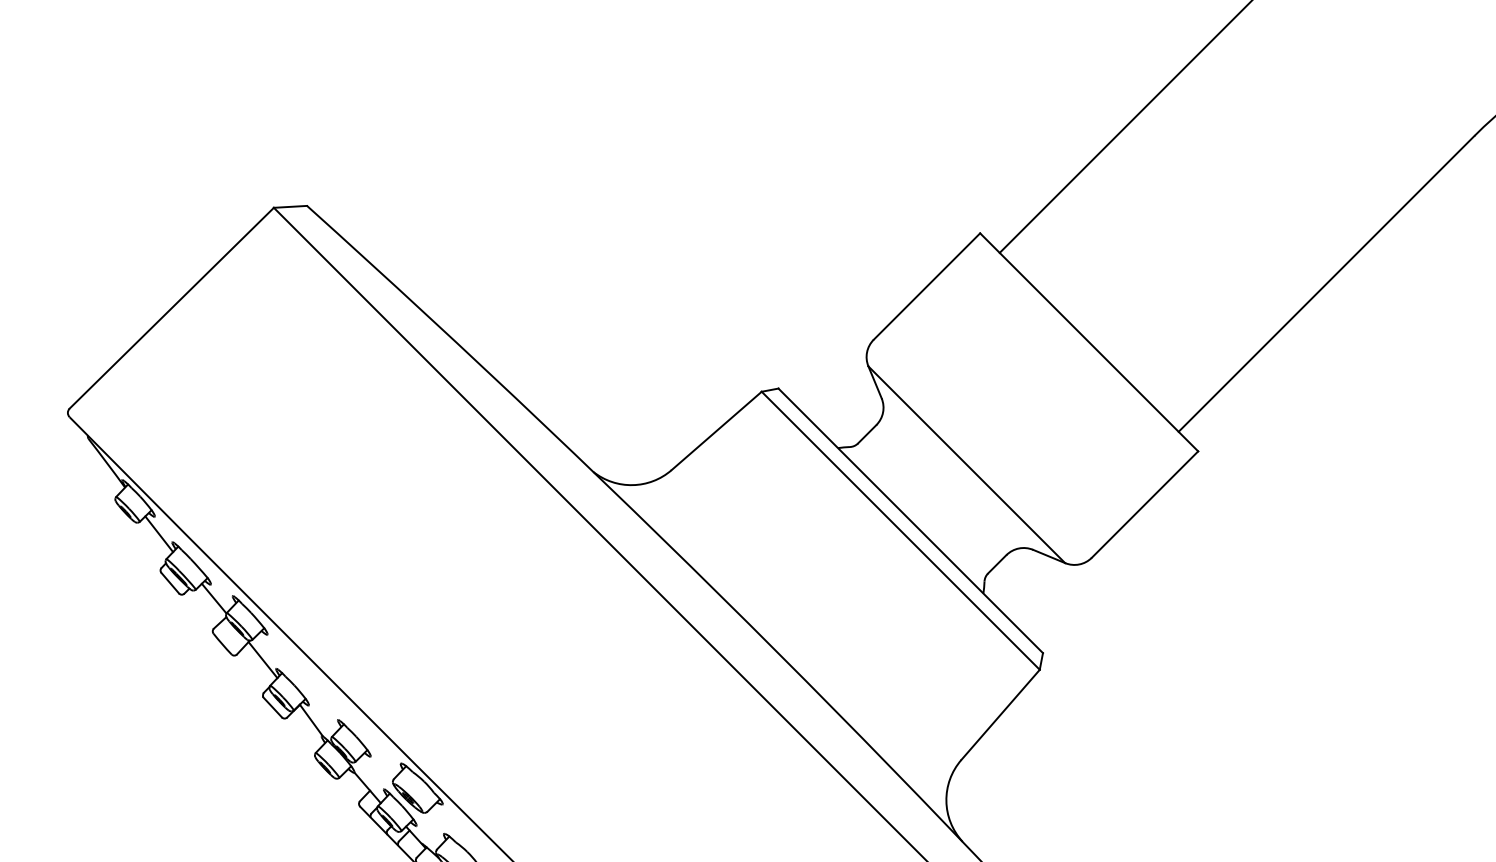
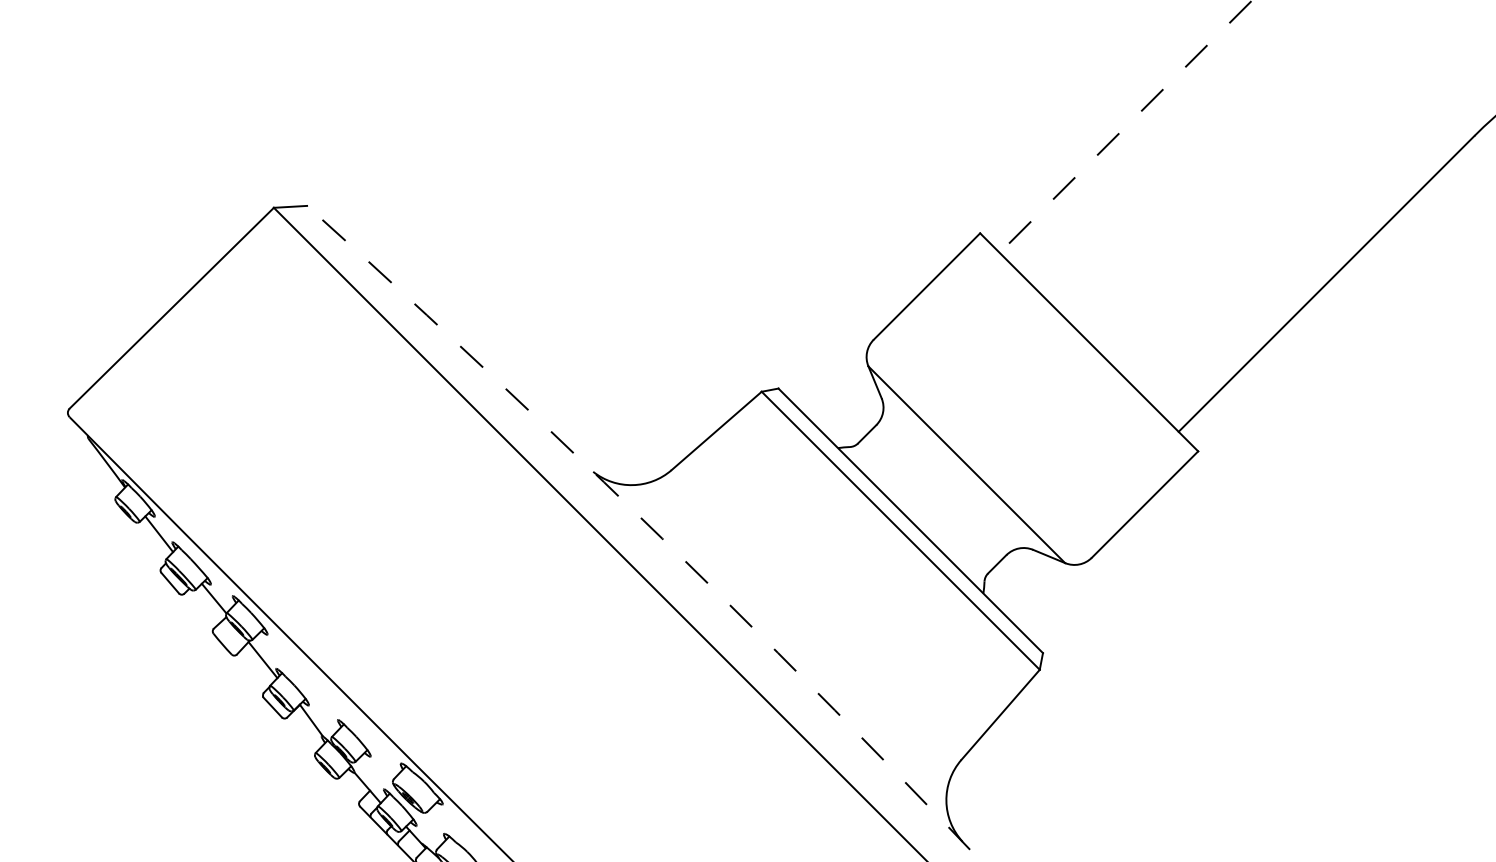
line at (1126, 126): solid -> dashed
arc at (651, 527): solid -> dashed
